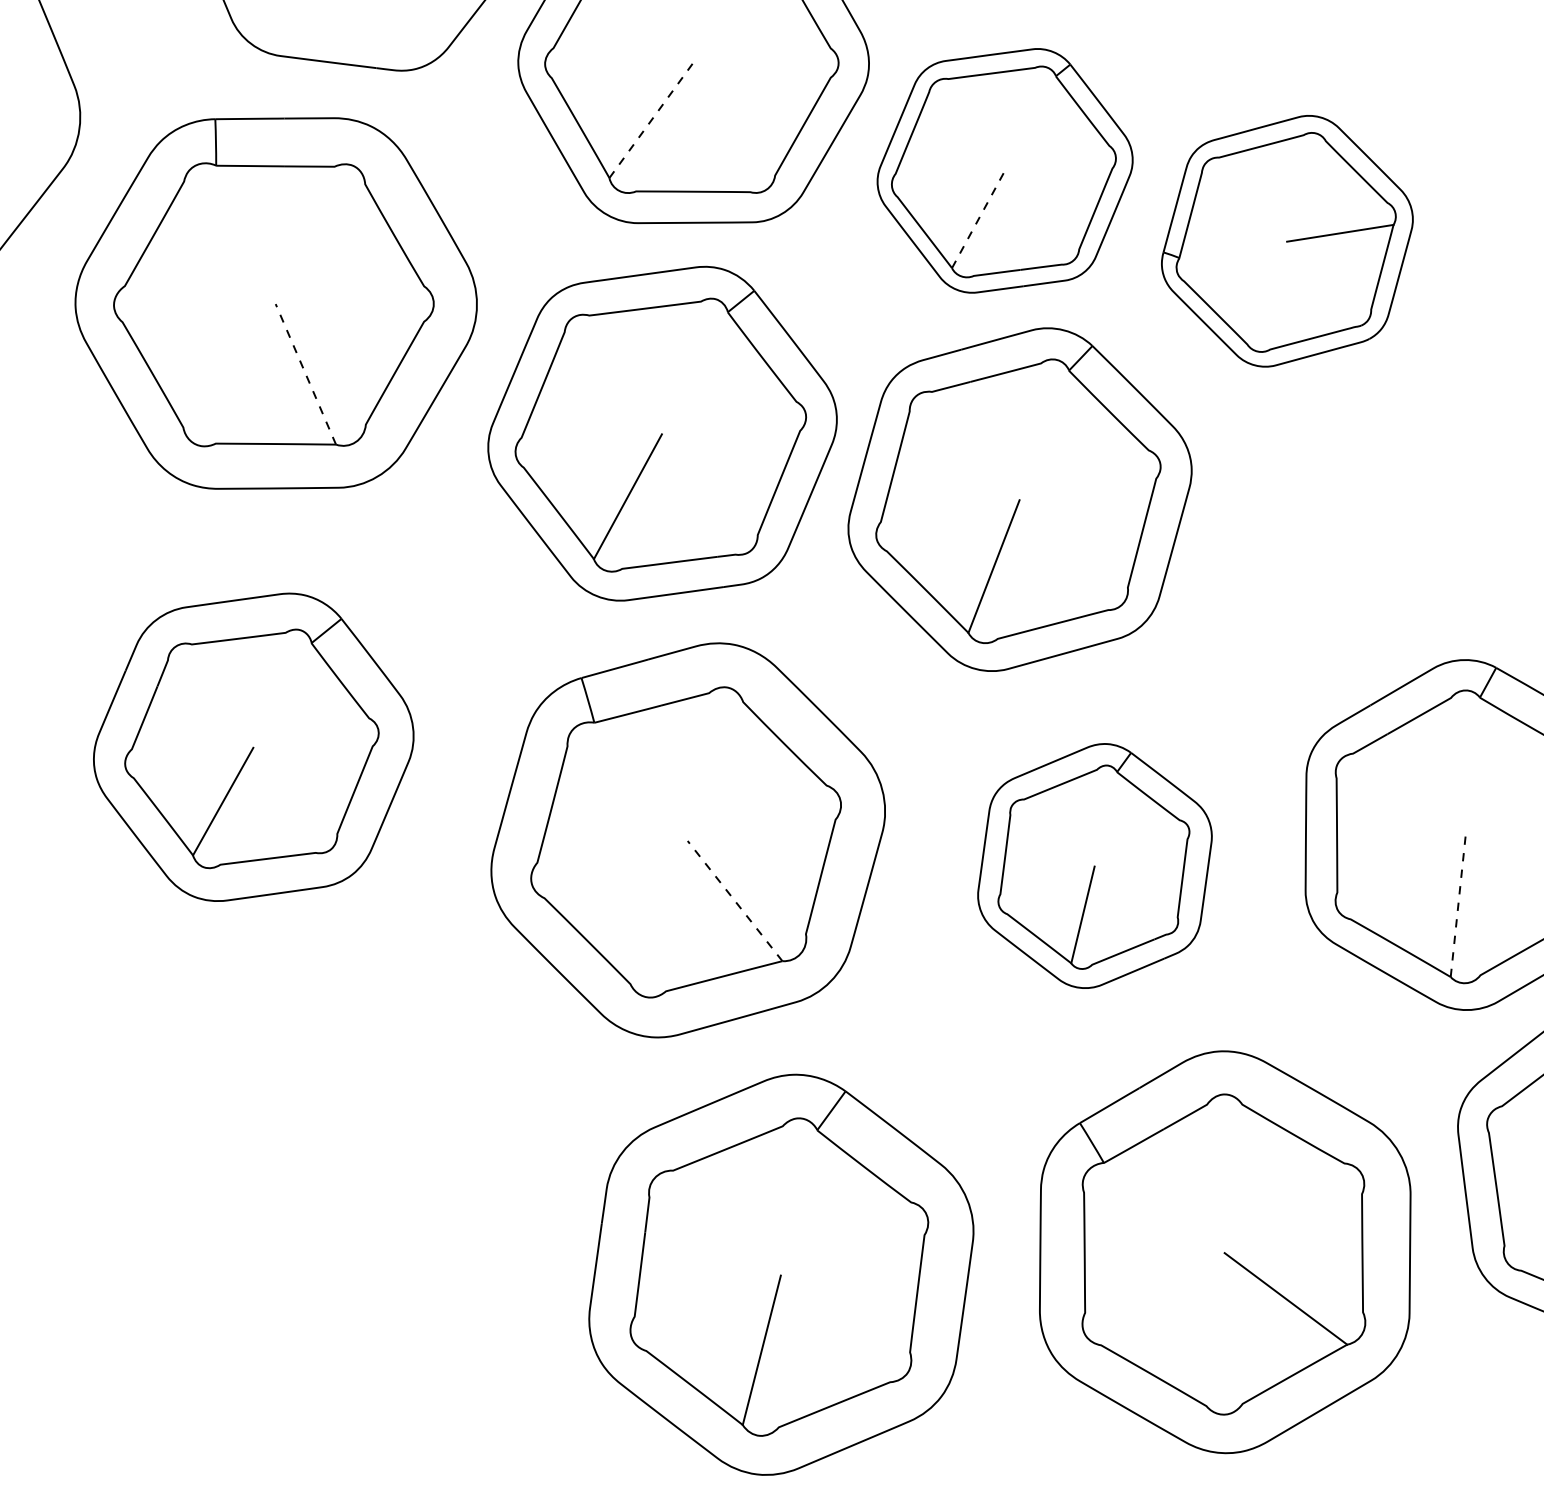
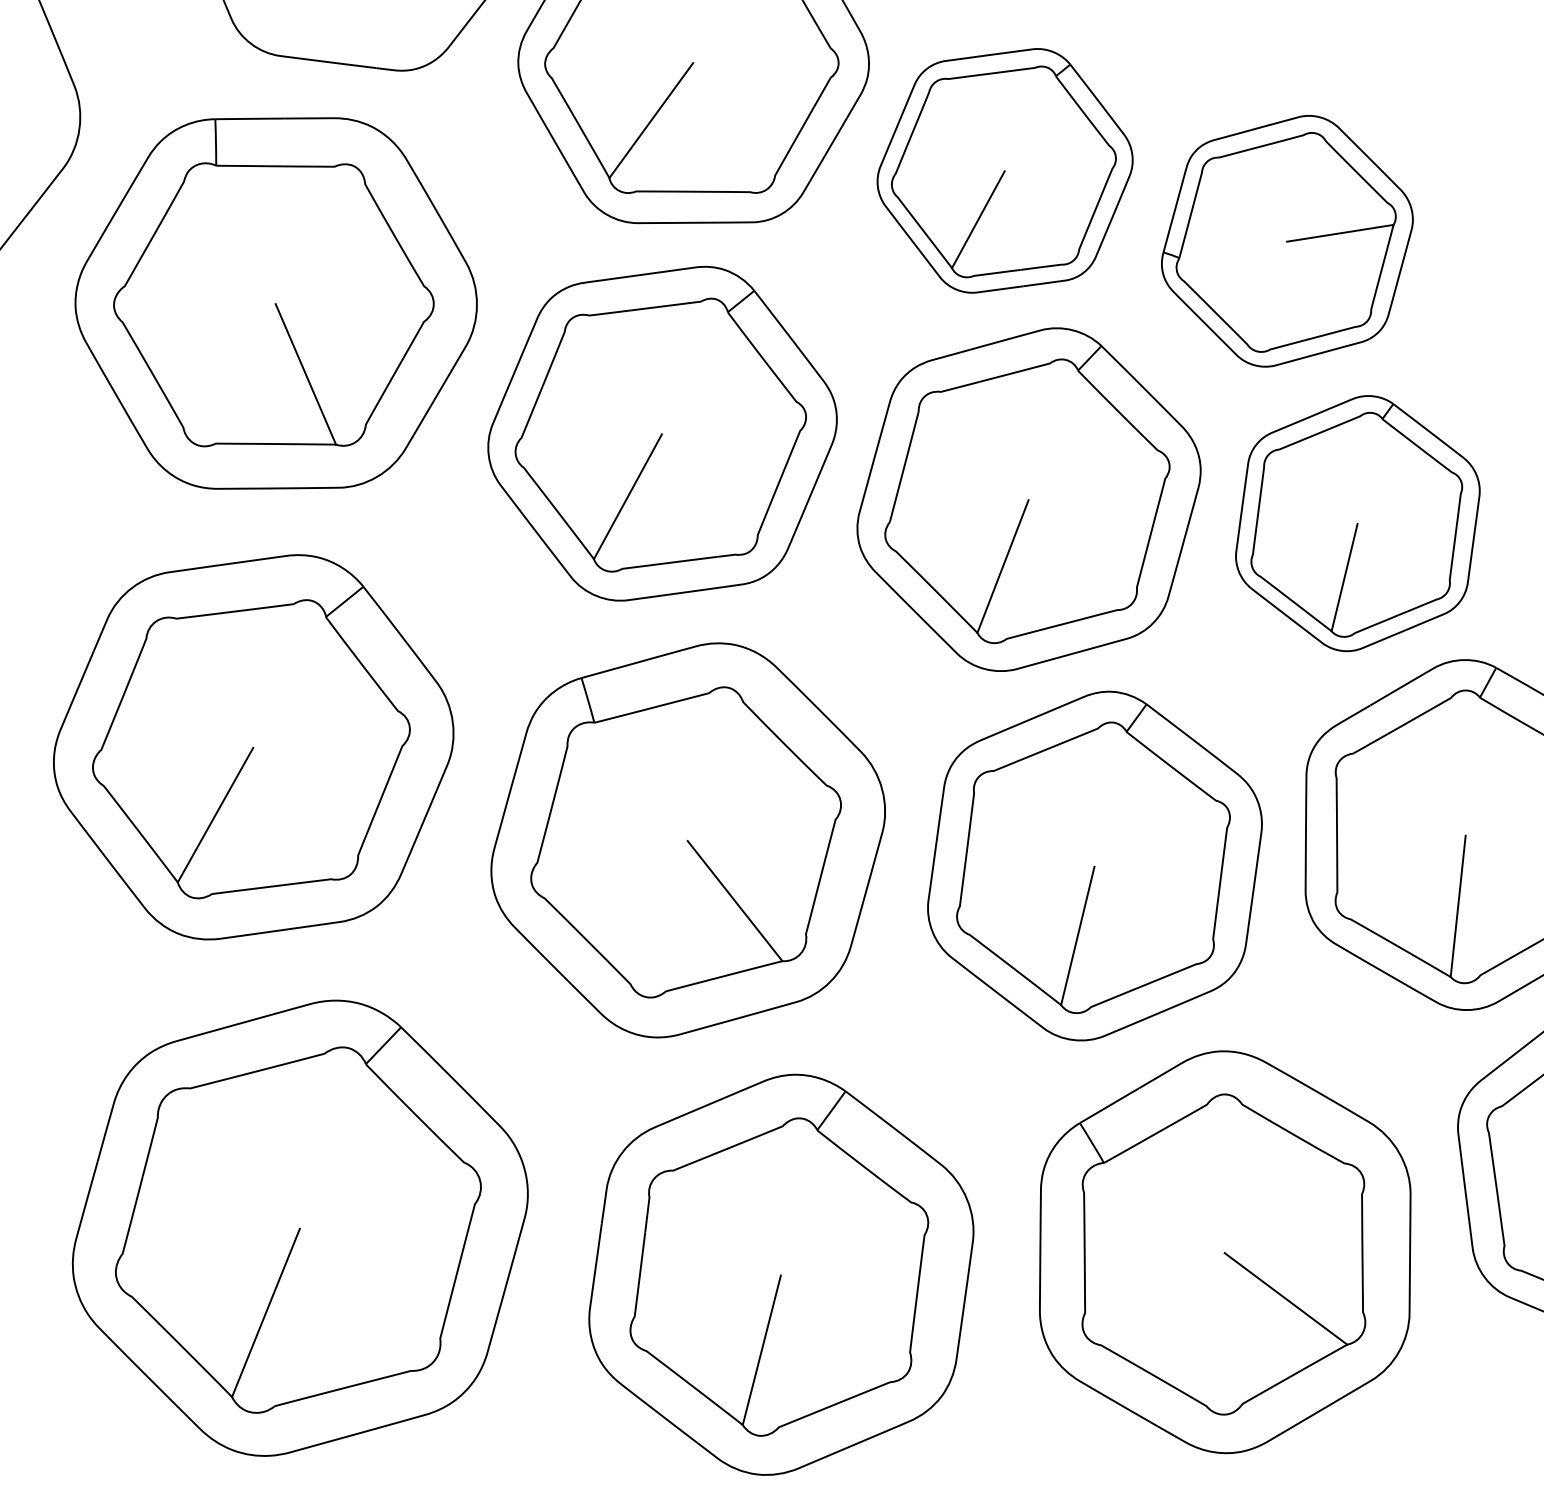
line at (651, 120): dashed -> solid
line at (978, 219): dashed -> solid
line at (305, 373): dashed -> solid
part at (1019, 499) position: (1019, 499) -> (1028, 499)
part at (1357, 523): none -> present
part at (253, 746) size: 322x310 px -> 402x387 px
part at (1094, 865) size: 236x246 px -> 336x352 px
line at (735, 901): dashed -> solid
line at (1458, 905): dashed -> solid
part at (299, 1227): none -> present
